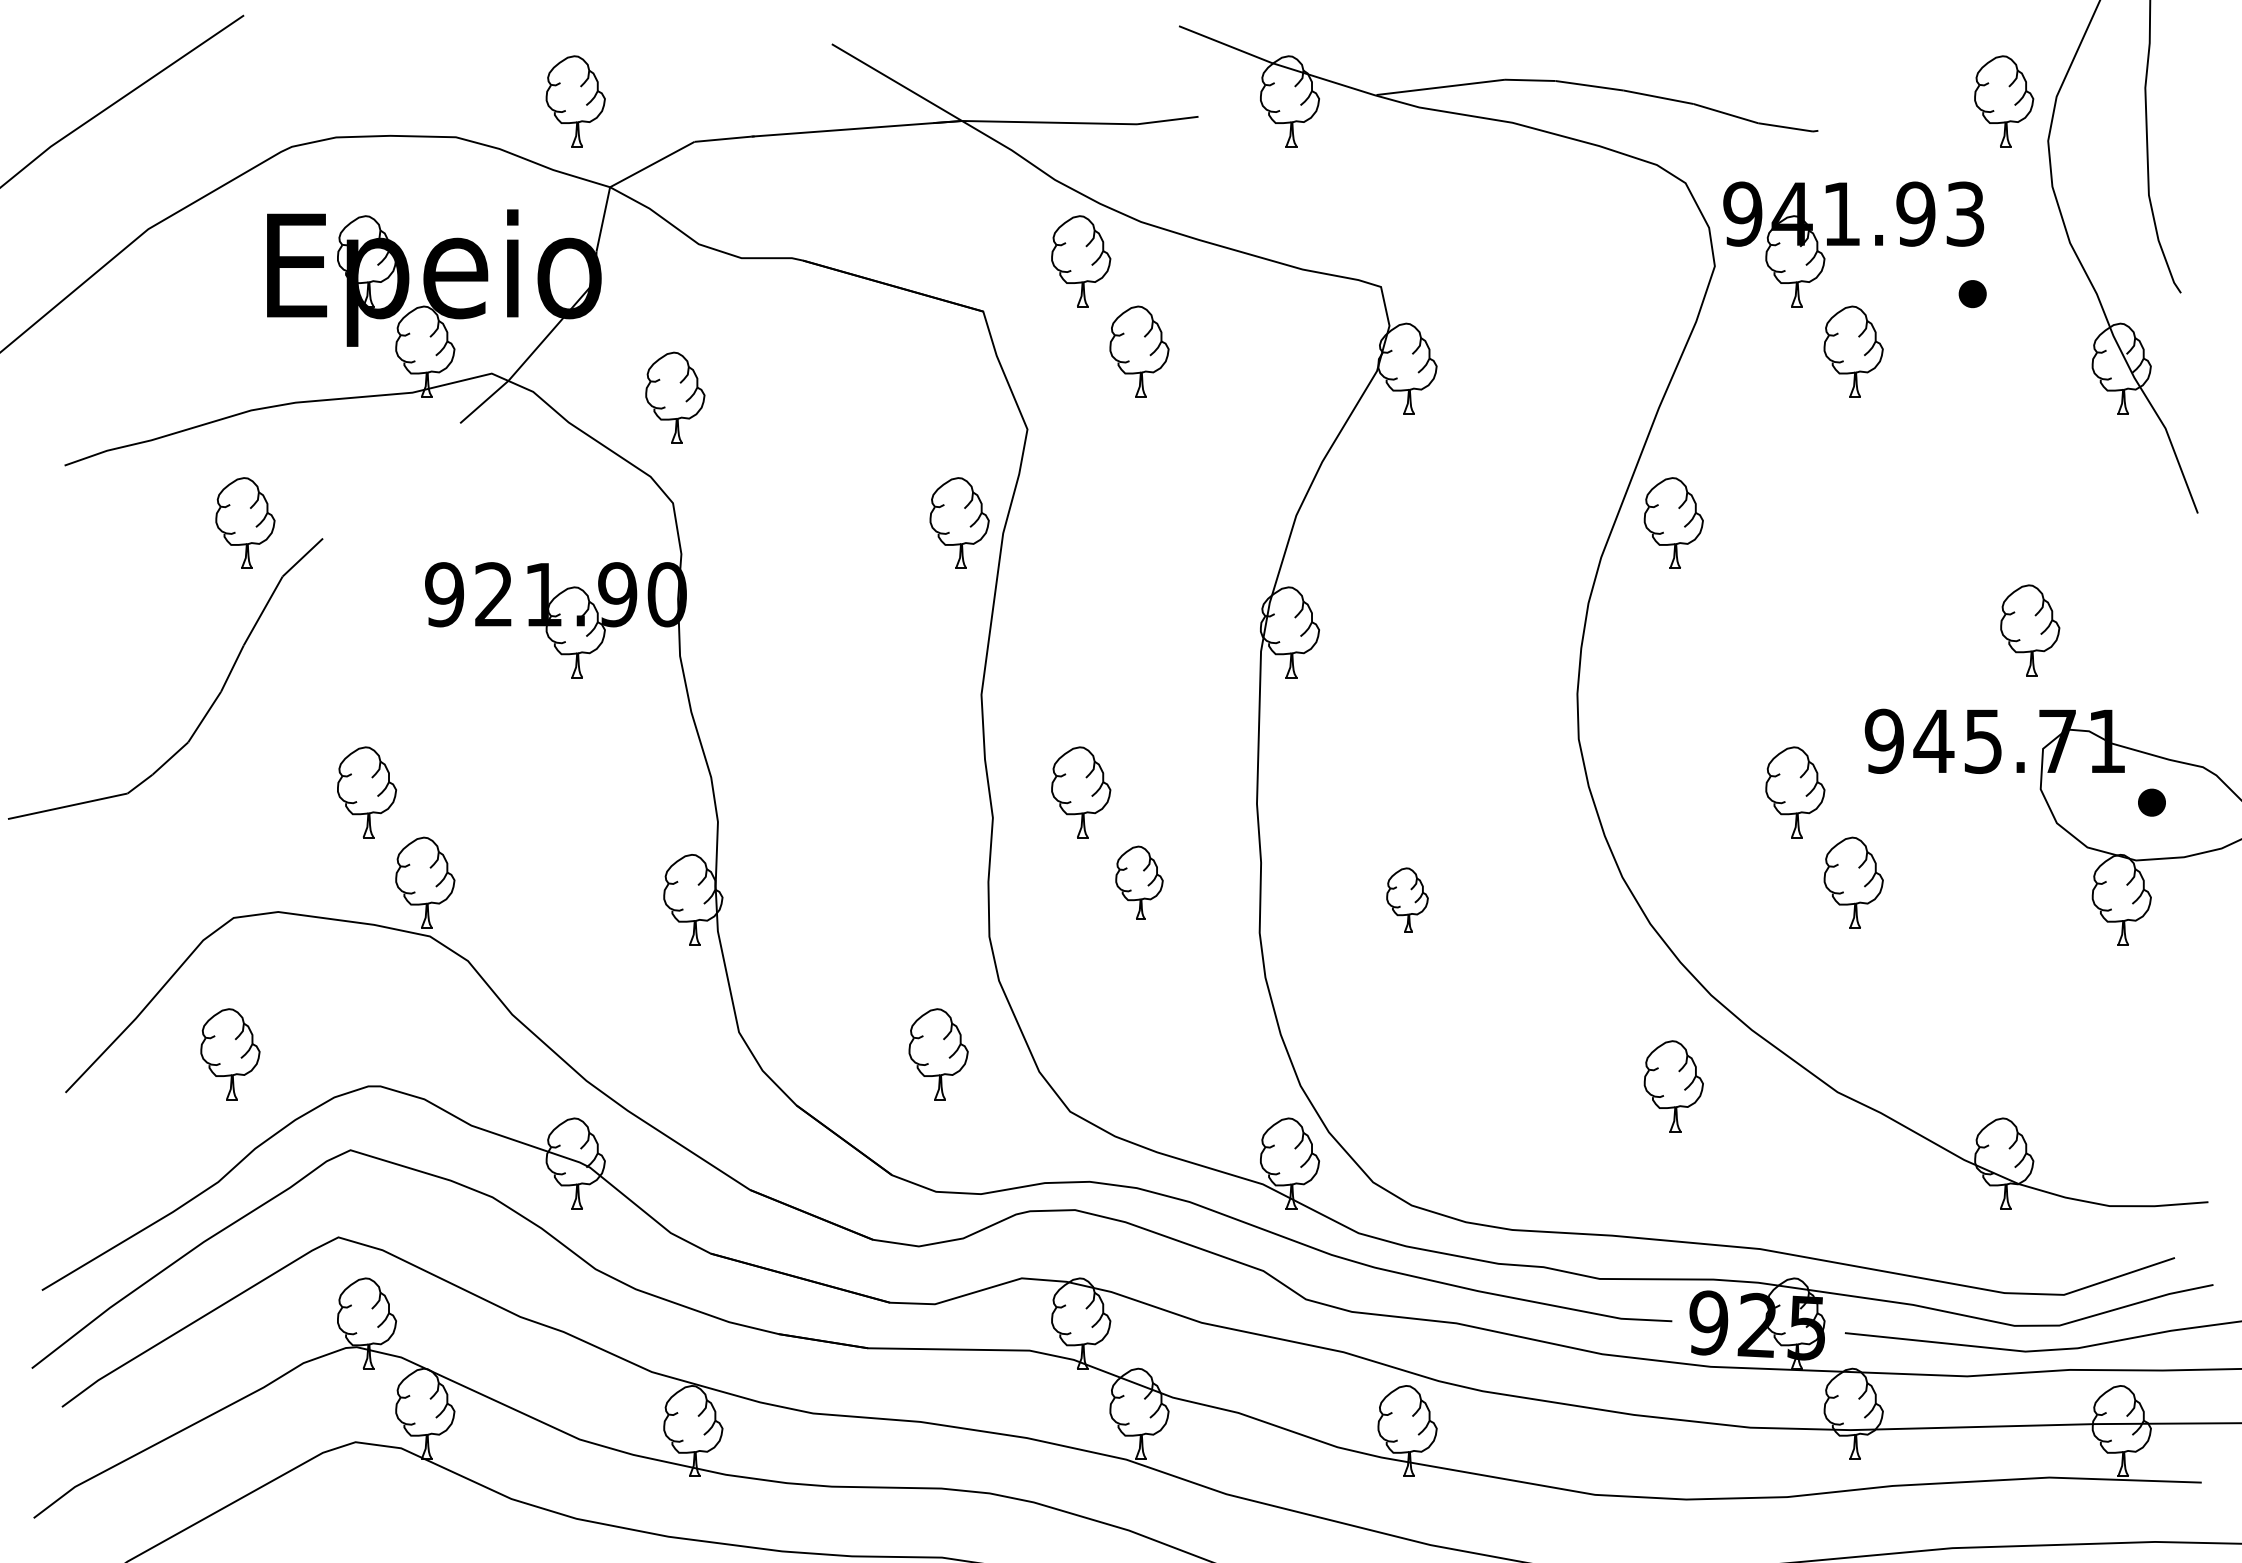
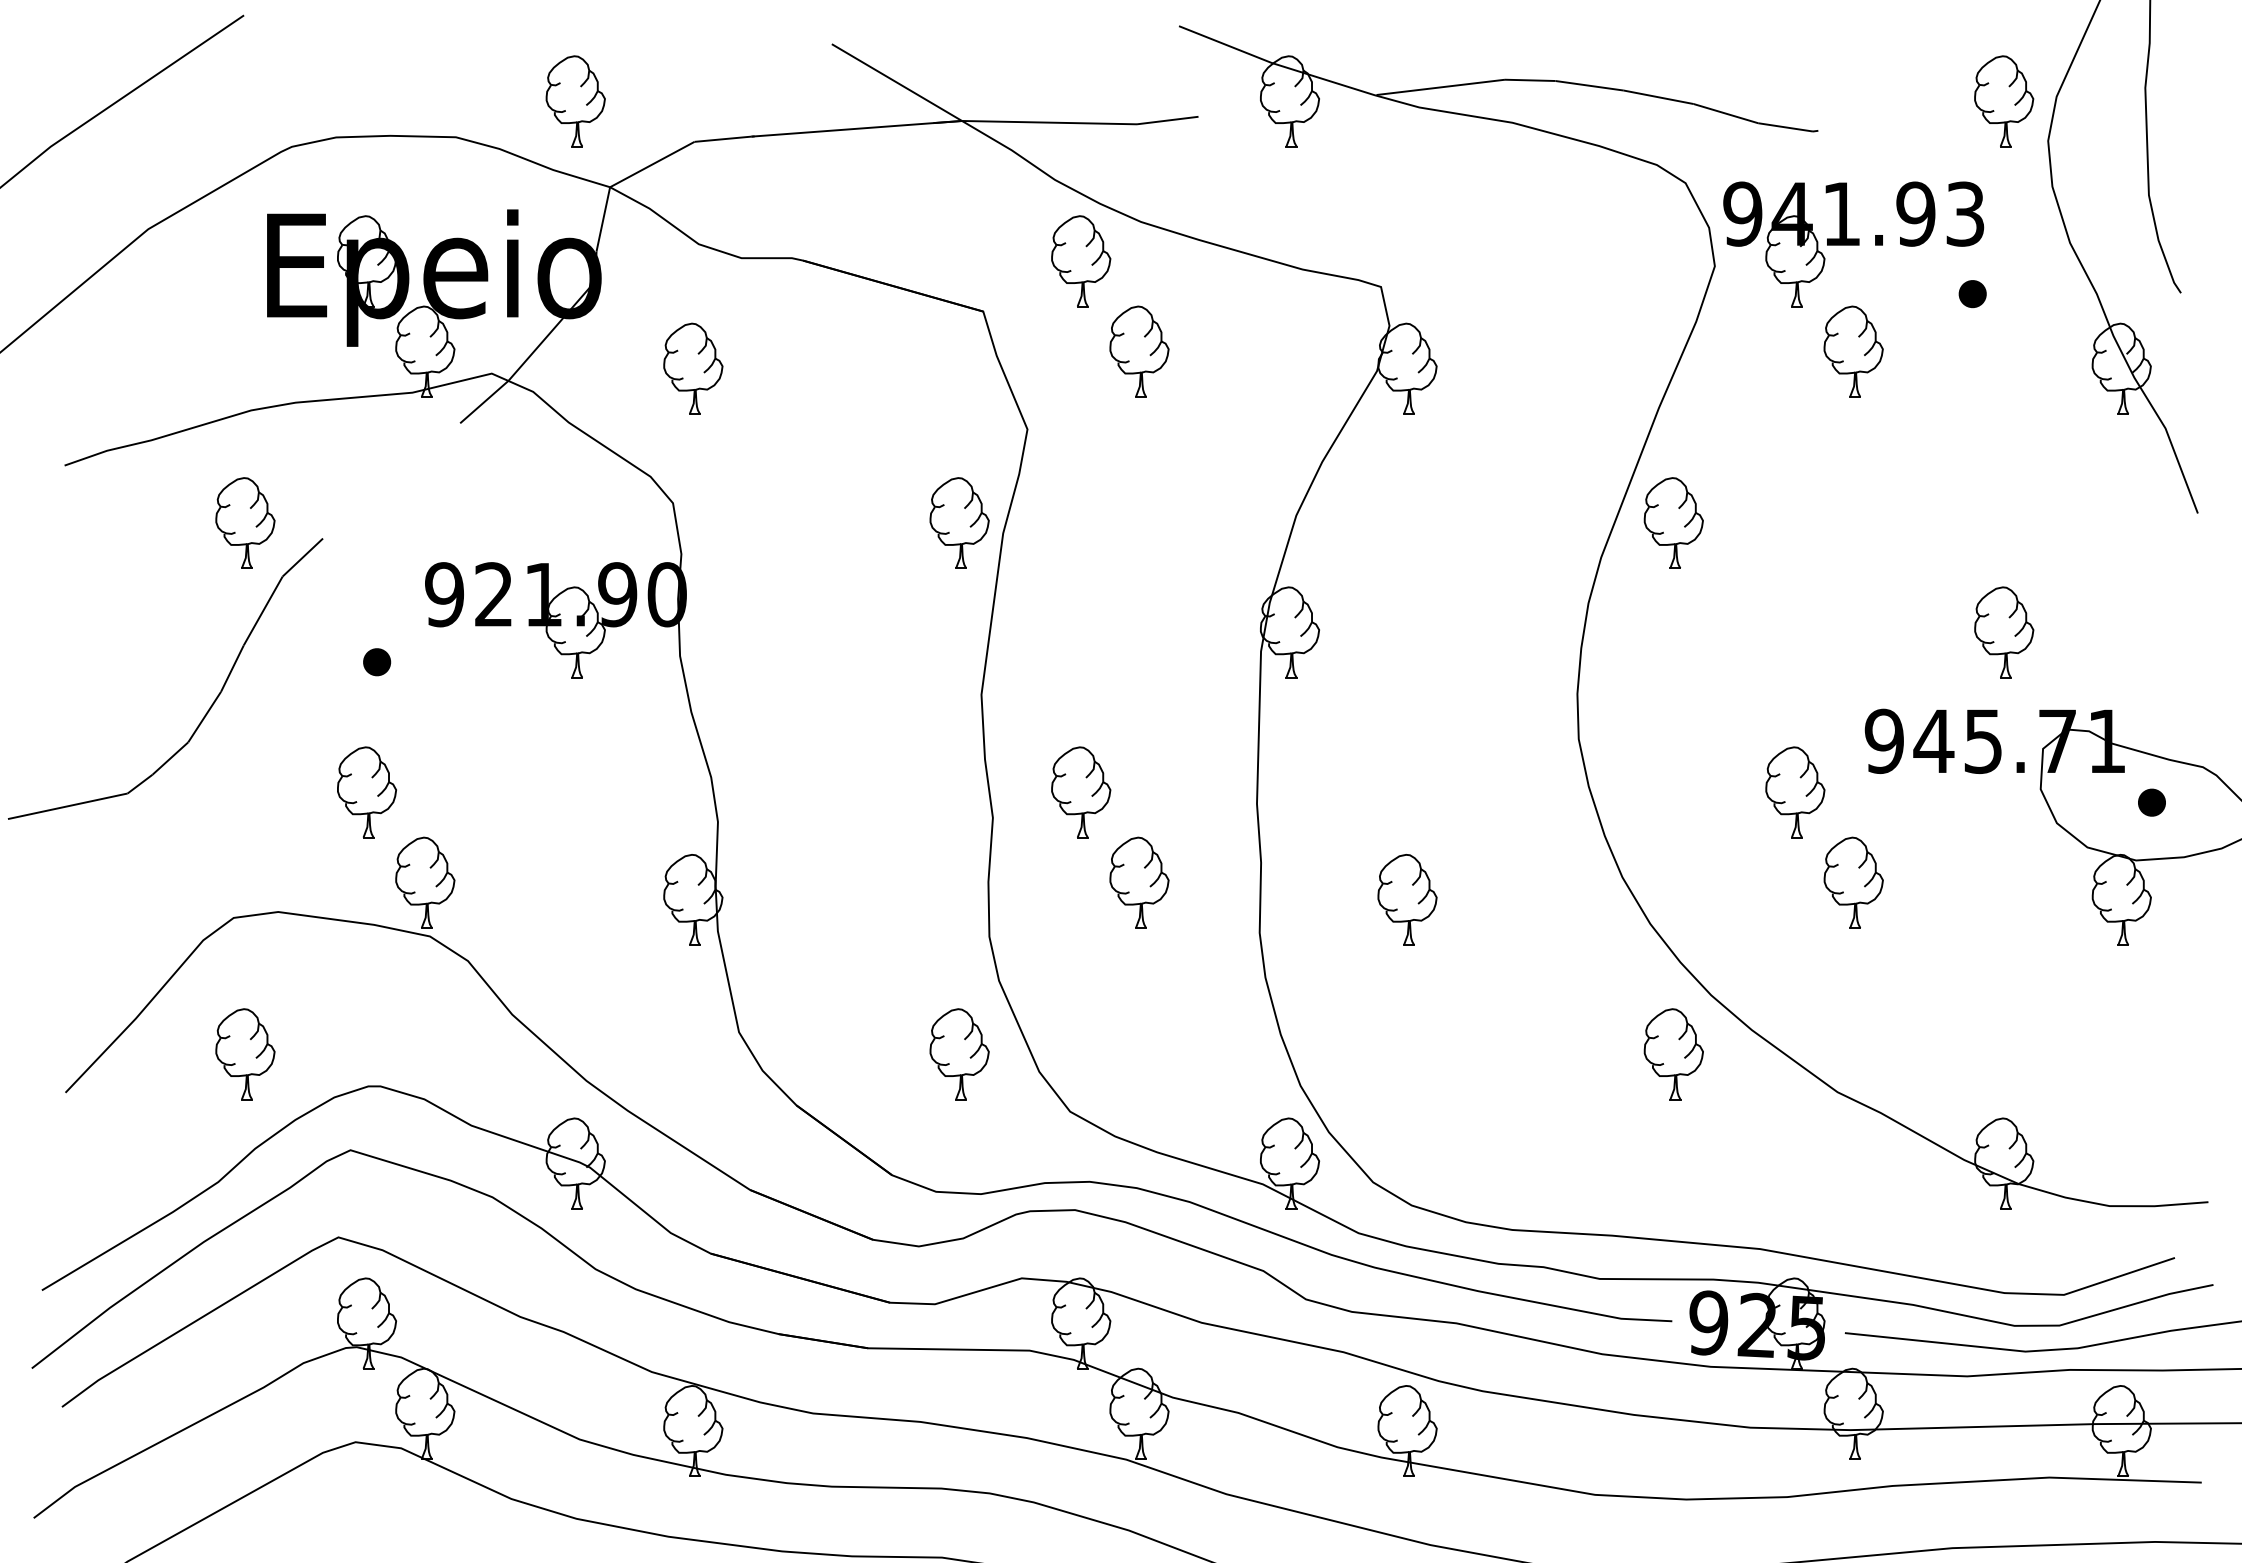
part at (675, 397) position: (675, 397) -> (693, 368)
part at (2030, 630) position: (2030, 630) -> (2004, 632)
part at (377, 662): none -> present
part at (1139, 882) size: 49x75 px -> 61x93 px
part at (1407, 899) size: 43x66 px -> 61x92 px
part at (230, 1054) position: (230, 1054) -> (245, 1054)
part at (938, 1054) position: (938, 1054) -> (959, 1054)
part at (1673, 1086) position: (1673, 1086) -> (1673, 1054)
